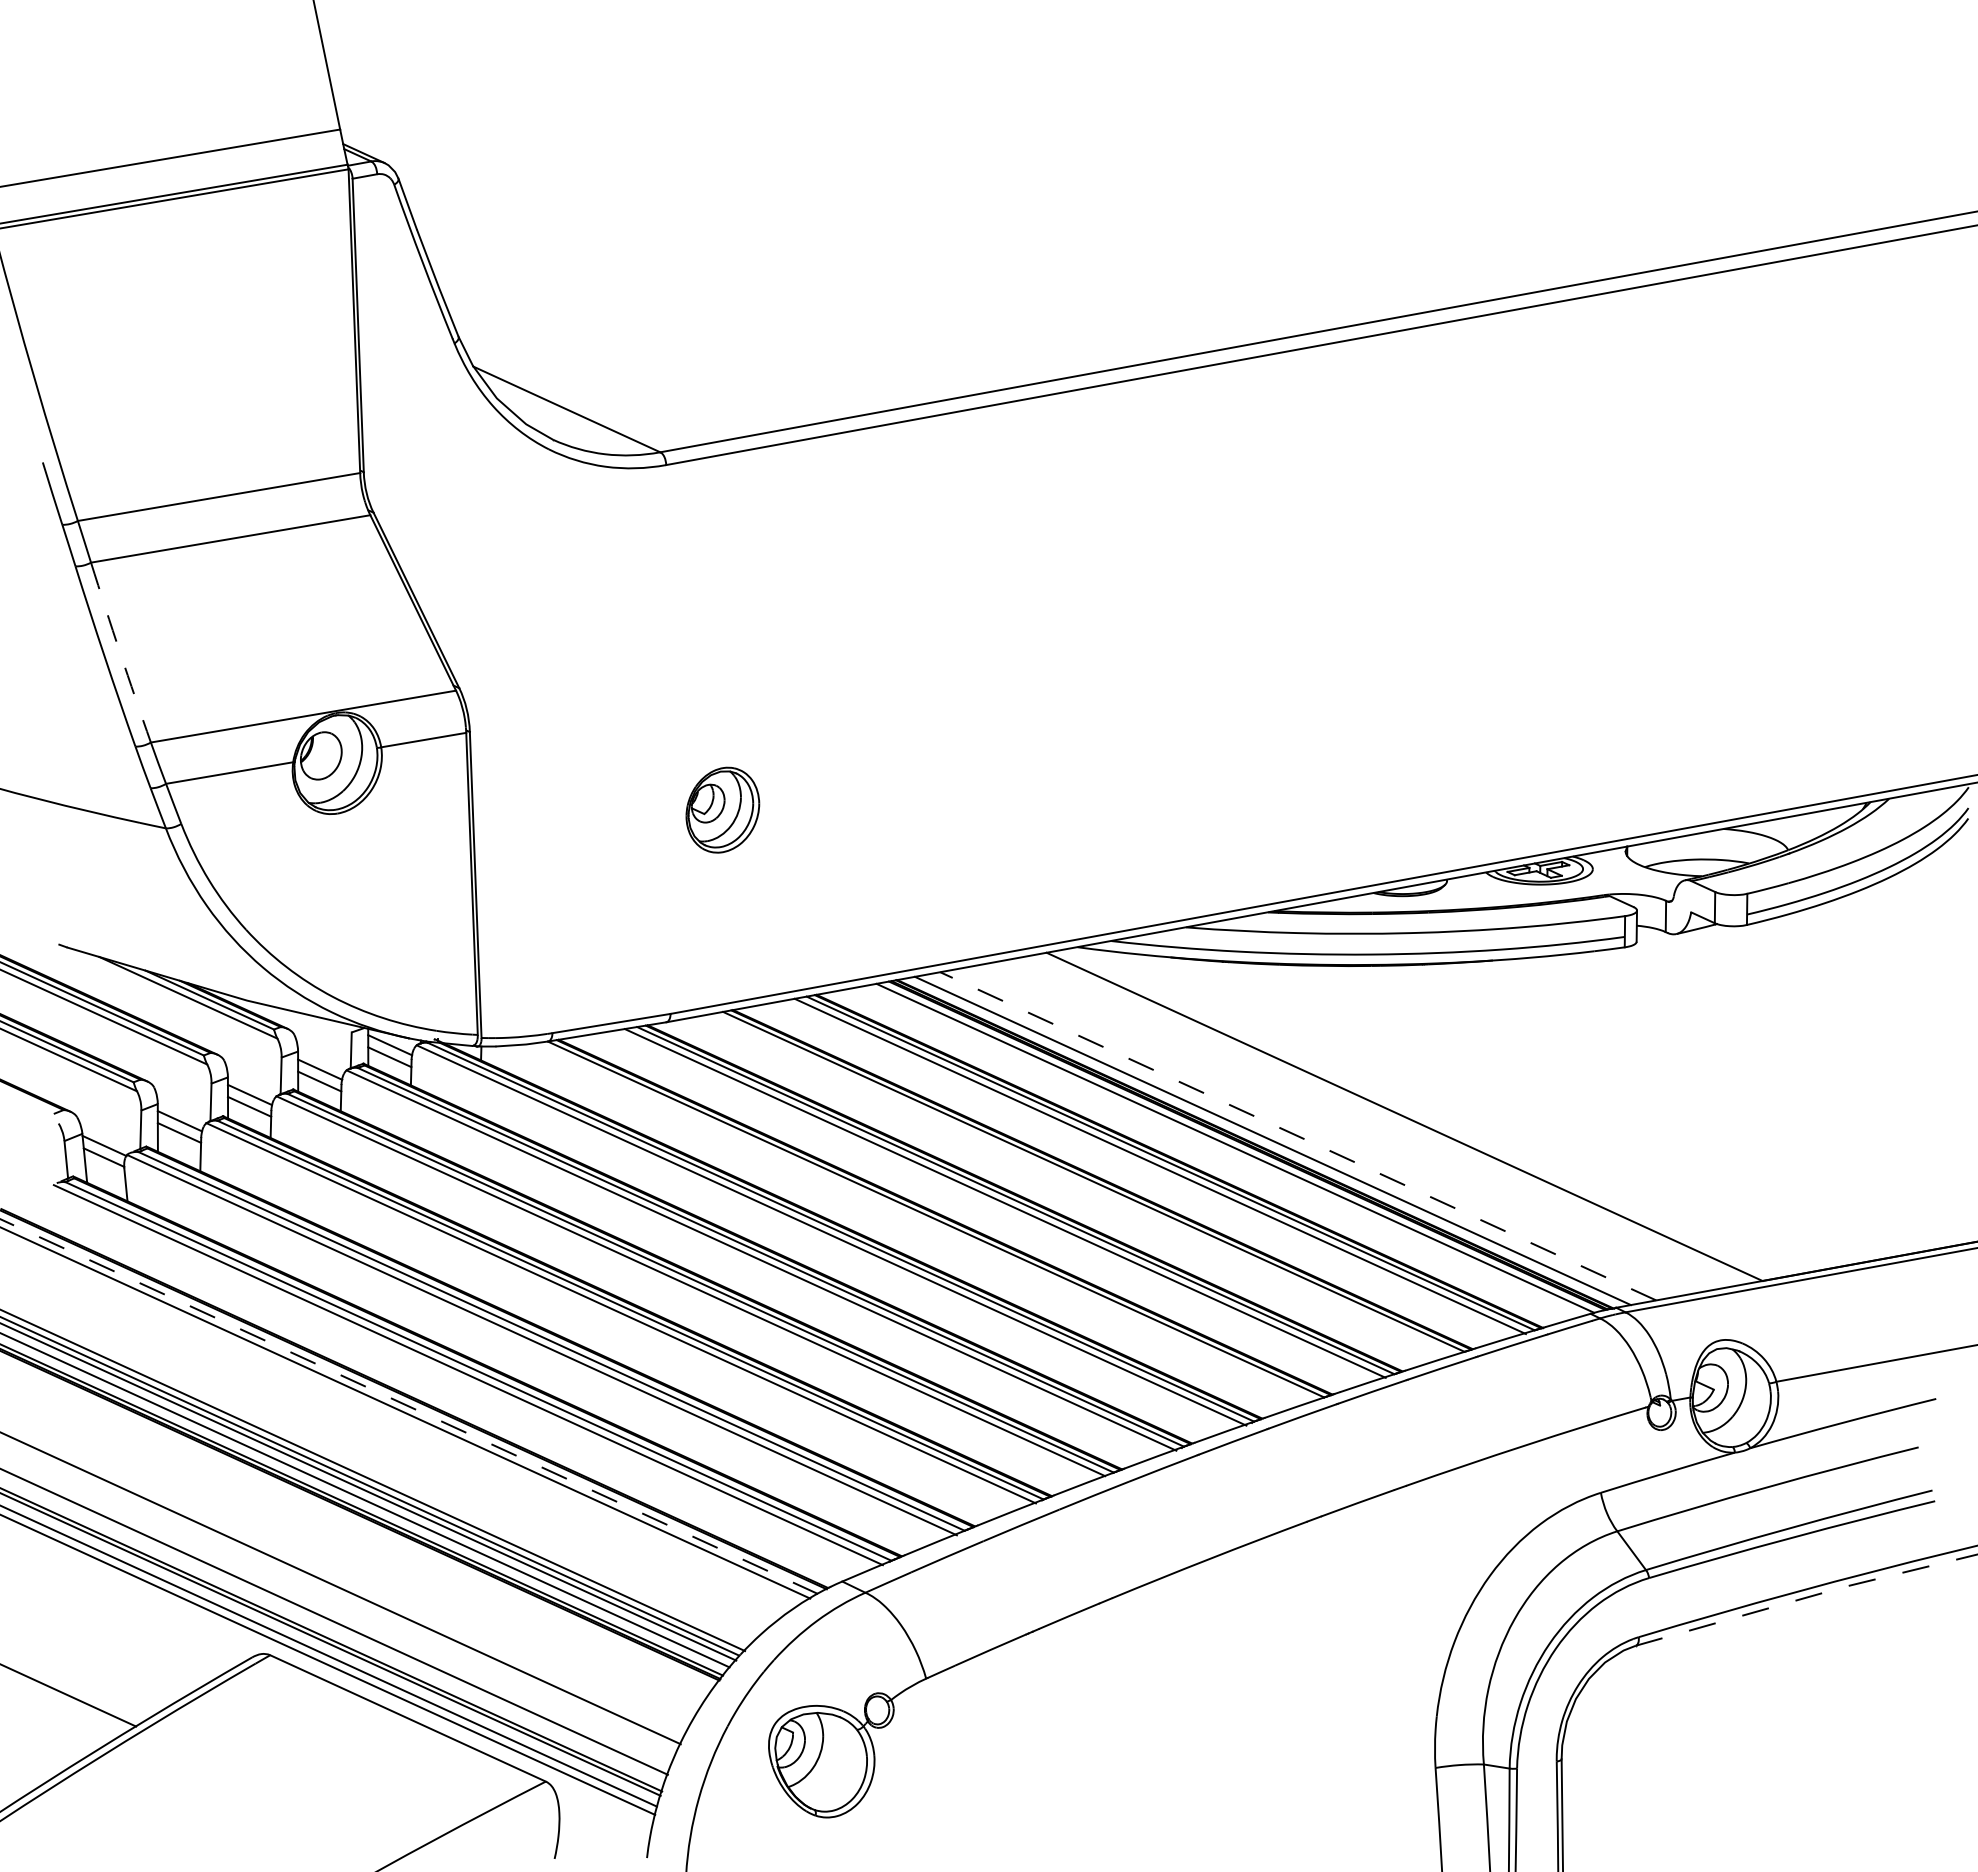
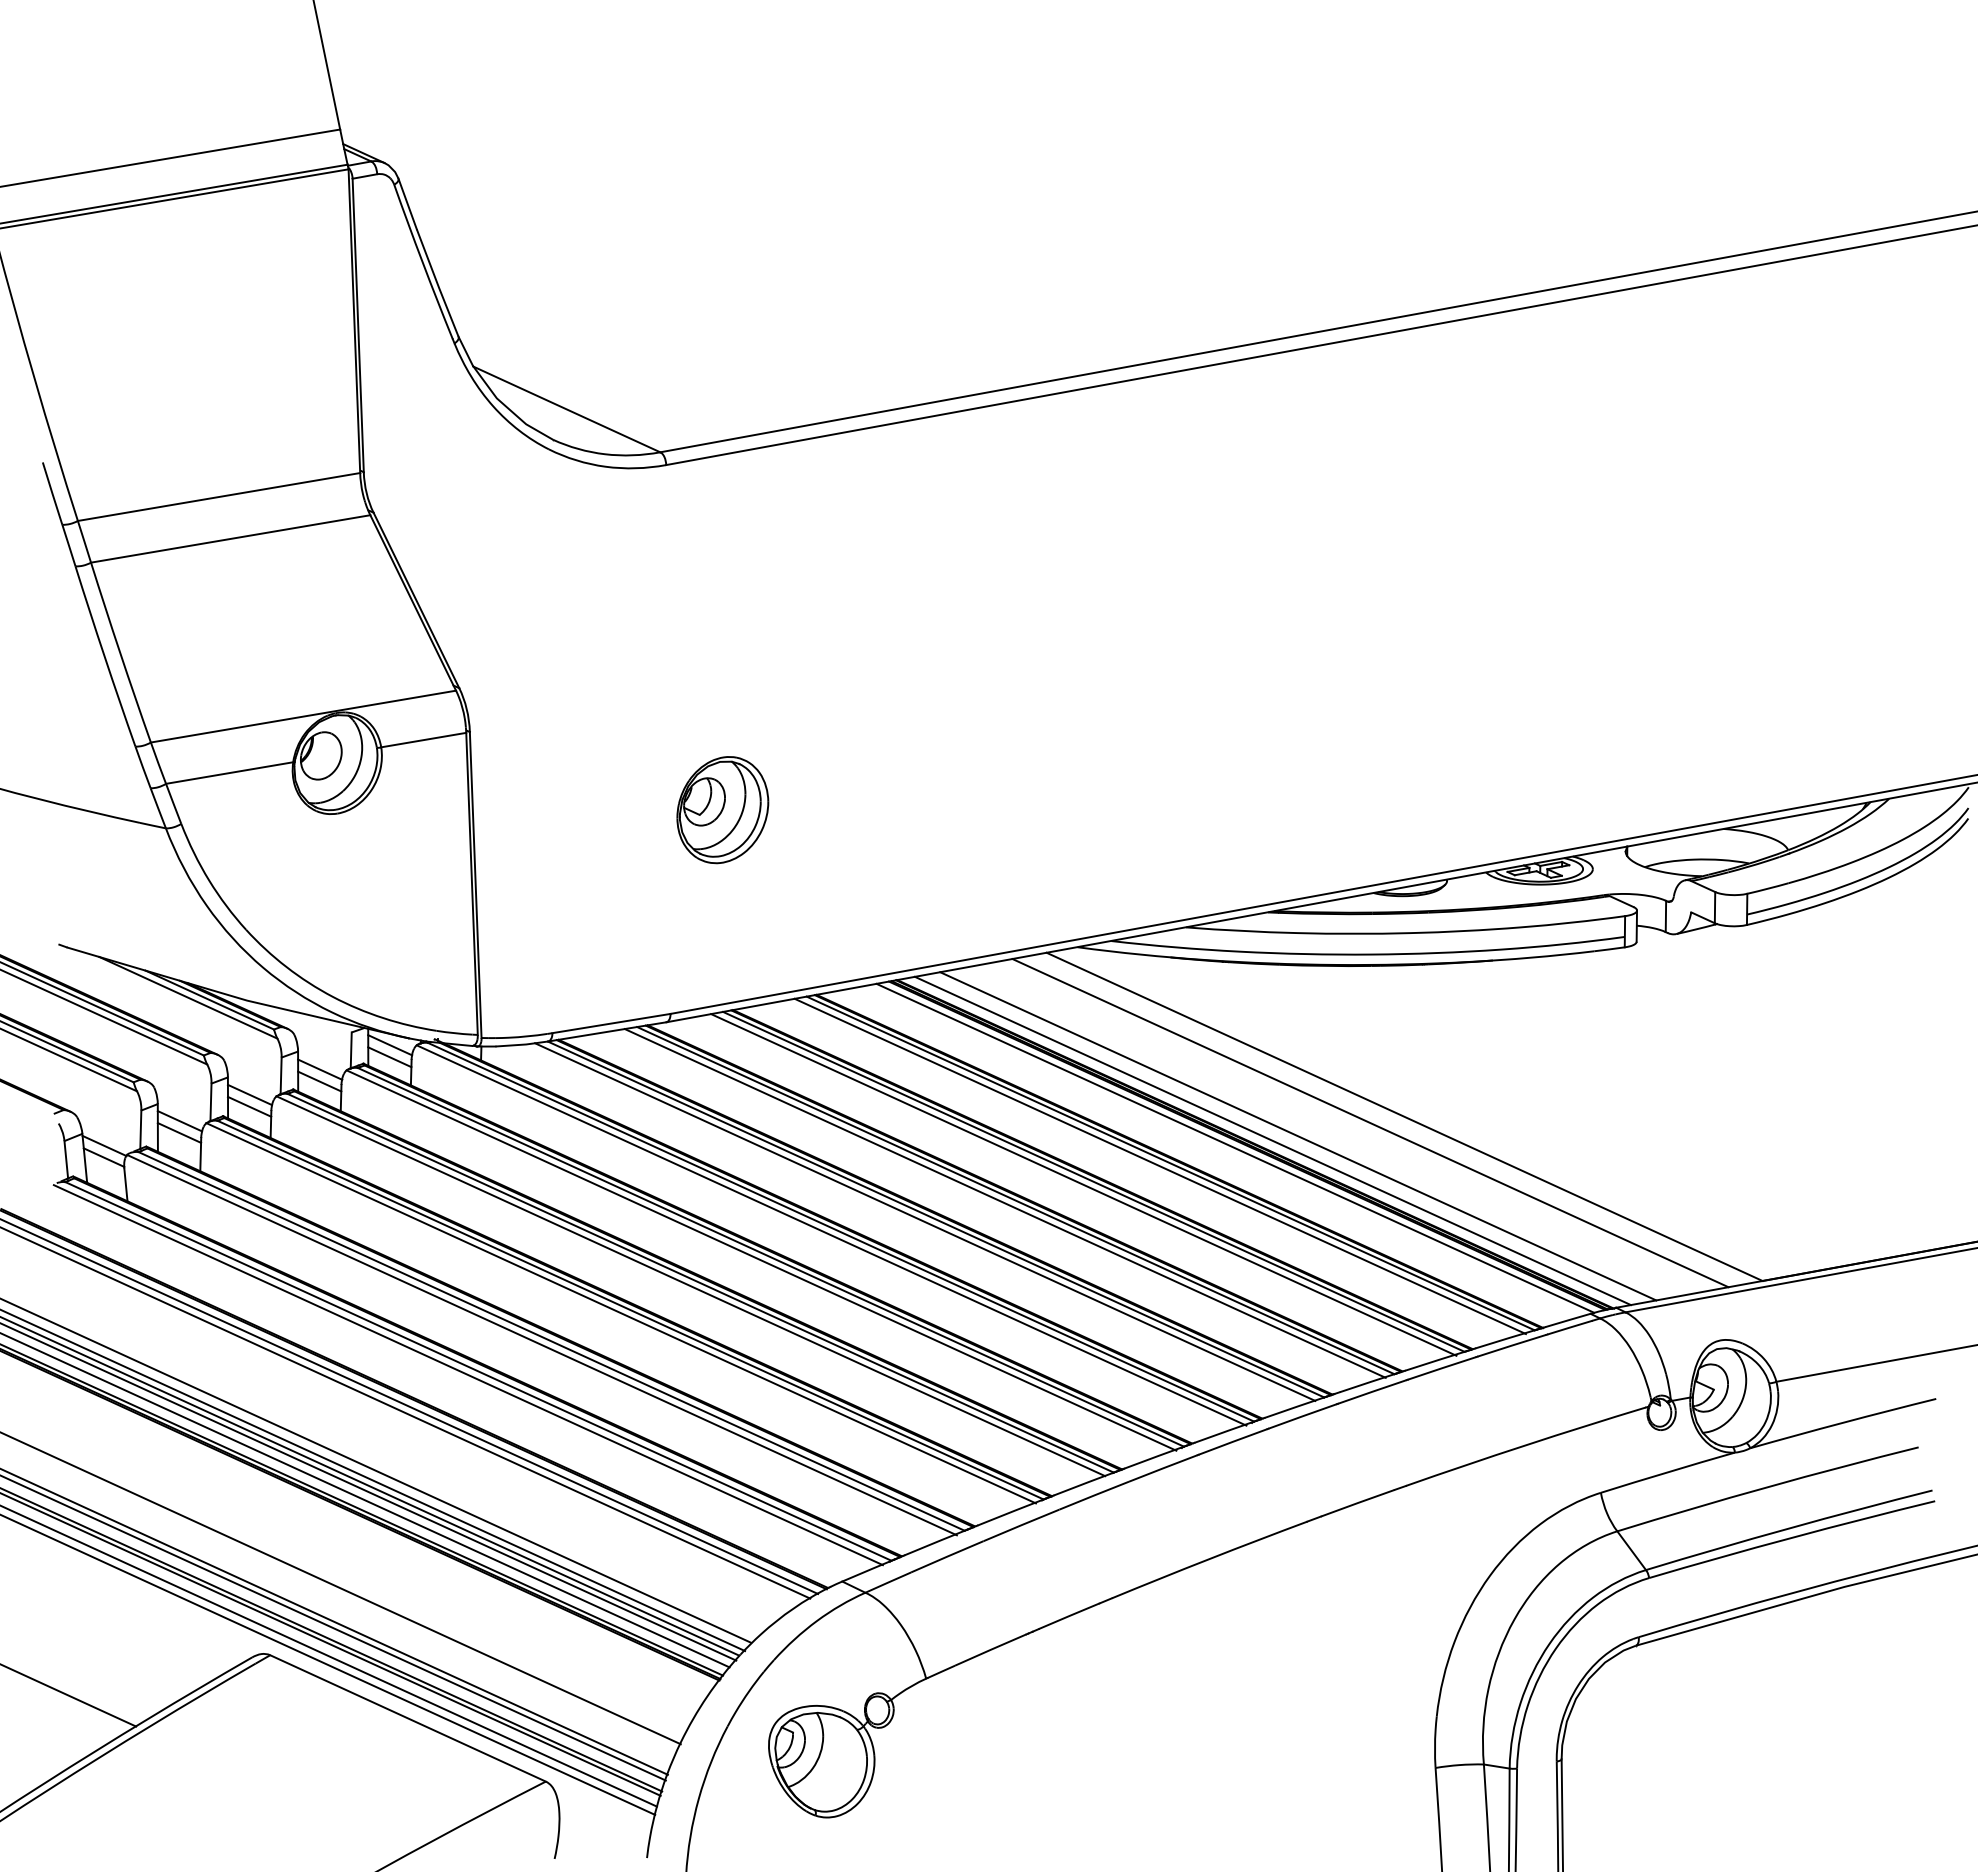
arc at (120, 652): dashed -> solid
part at (722, 809) size: 76x88 px -> 94x109 px
line at (1370, 1123): none -> present
line at (1298, 1136): dashed -> solid
line at (1083, 1184): none -> present
line at (925, 1221): none -> present
line at (409, 1406): dashed -> solid
line at (376, 1470): none -> present
line at (1807, 1597): dashed -> solid
line at (333, 1628): none -> present
